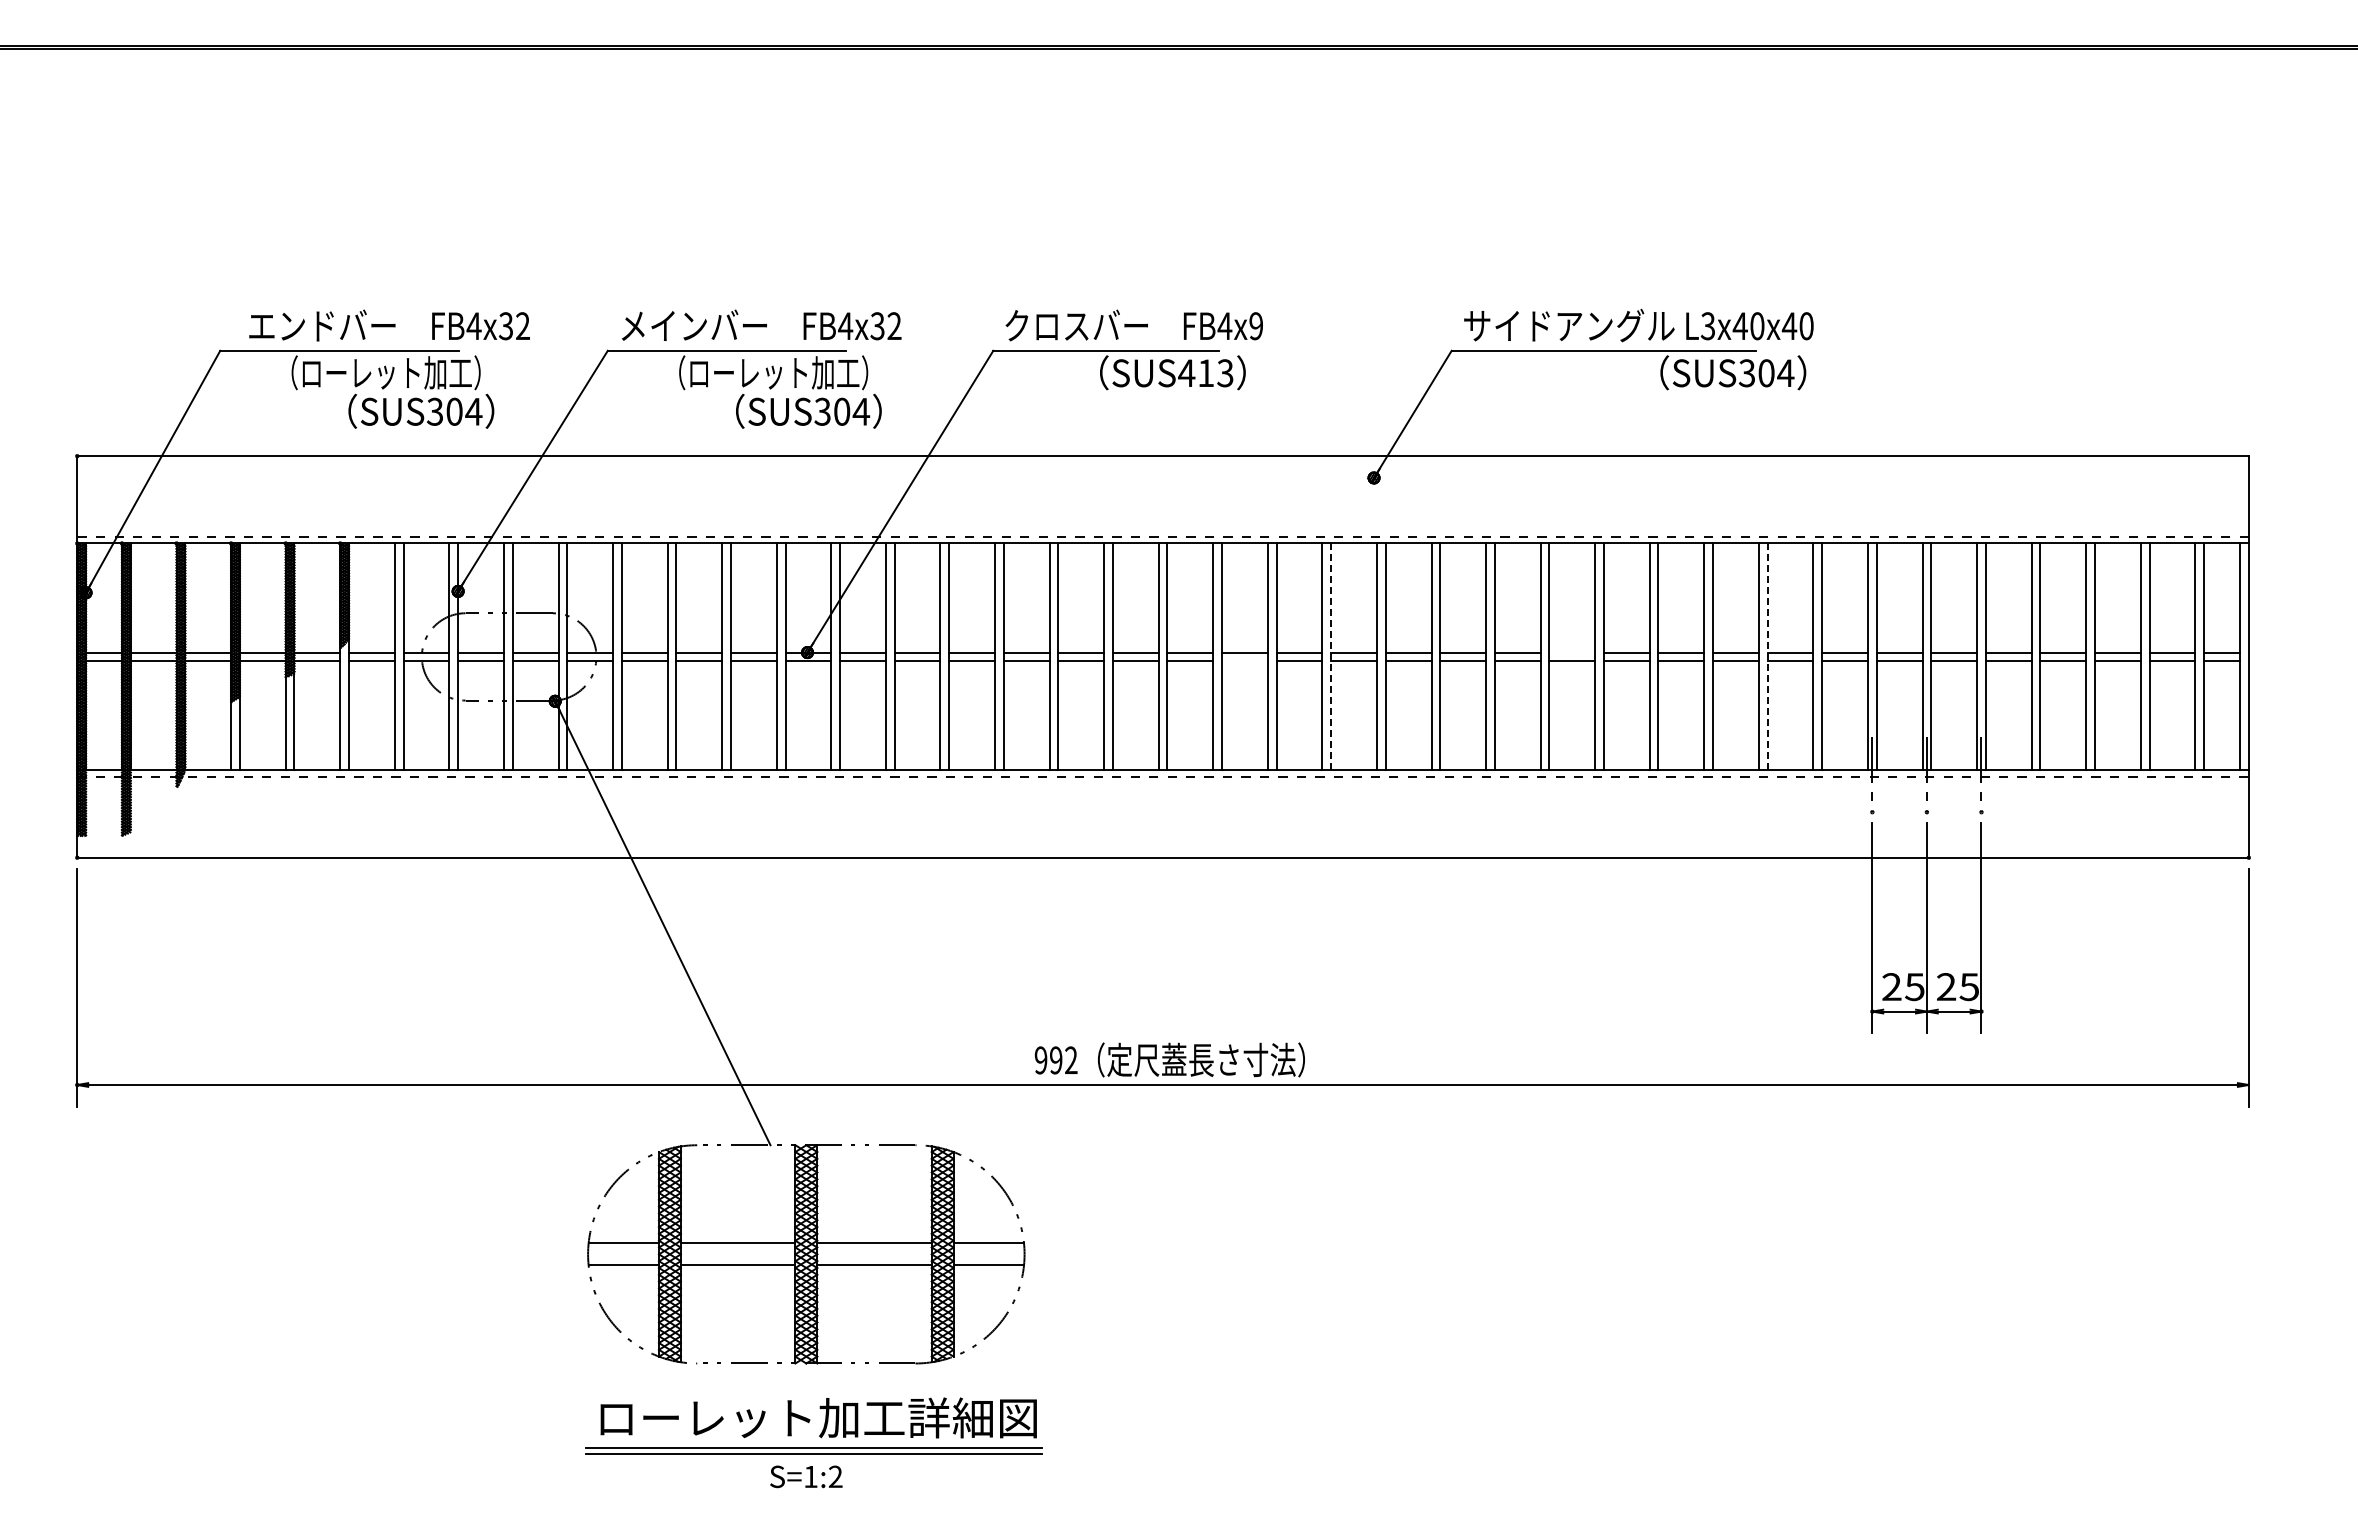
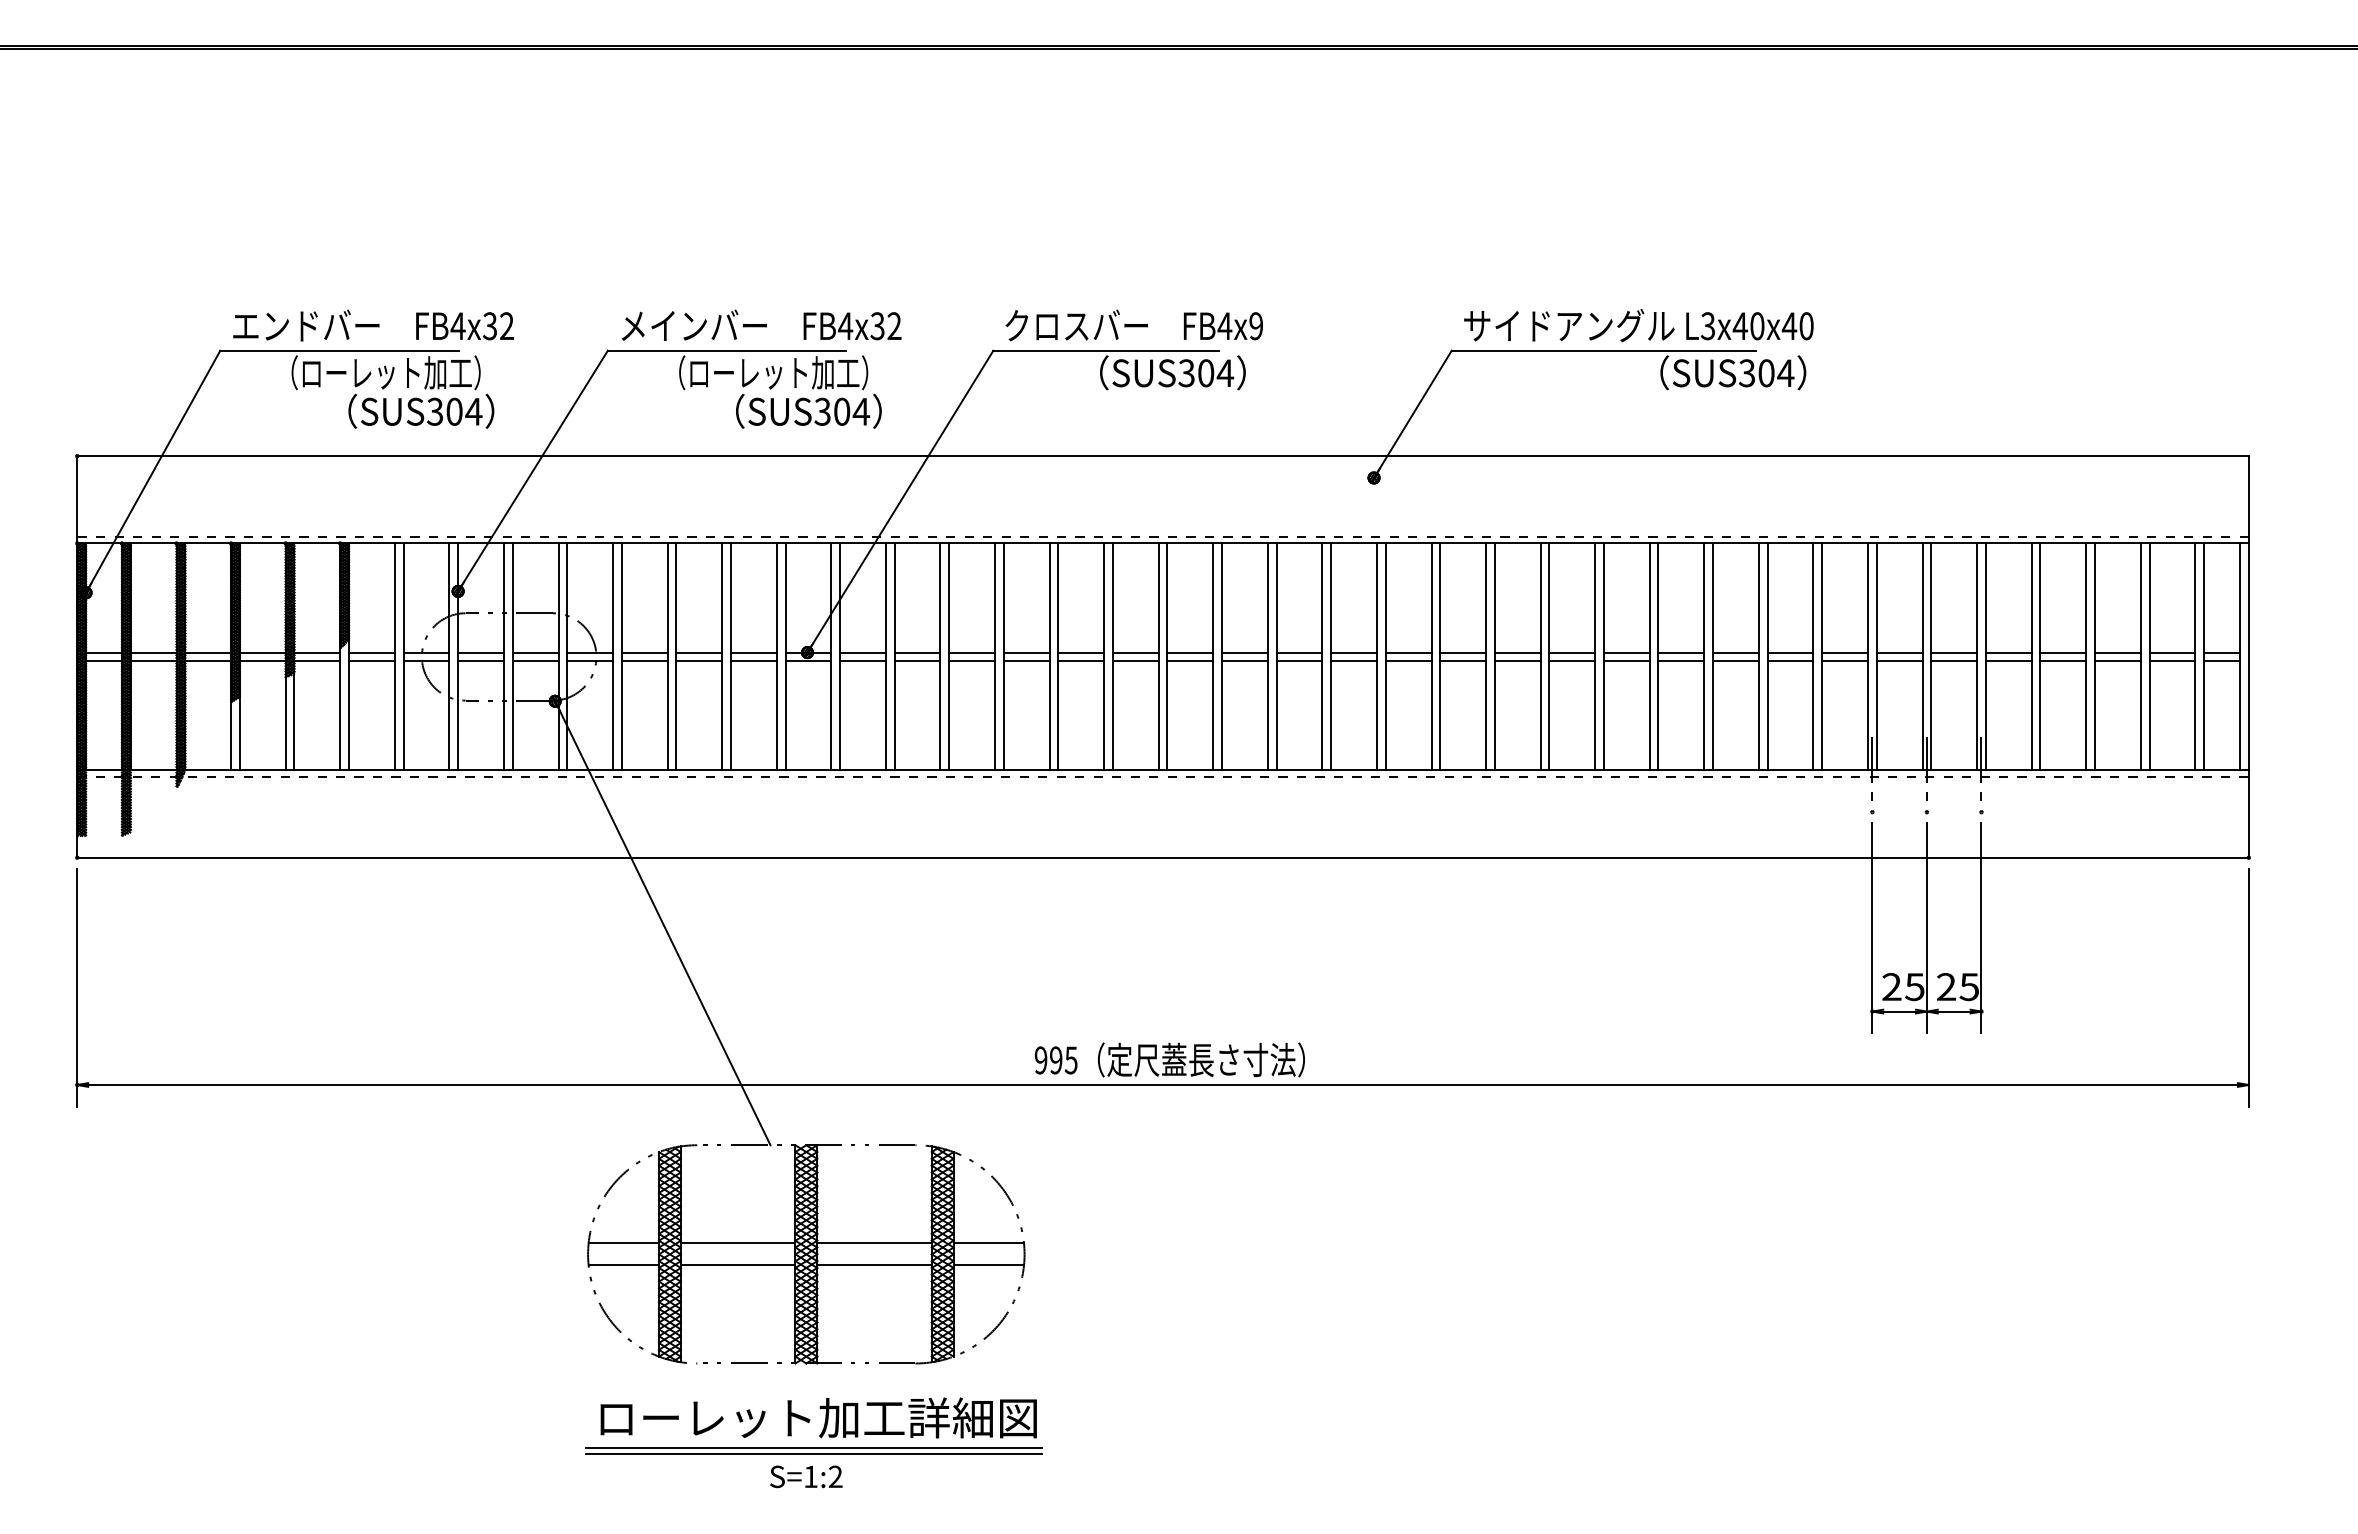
text at (389, 325) position: (389, 325) -> (373, 325)
text at (1206, 373): SUS413 -> SUS304
line at (1572, 652): none -> present
line at (1331, 657): dashed -> solid
line at (1767, 657): dashed -> solid
line at (1244, 661): none -> present
text at (1070, 1060): 992 -> 995
